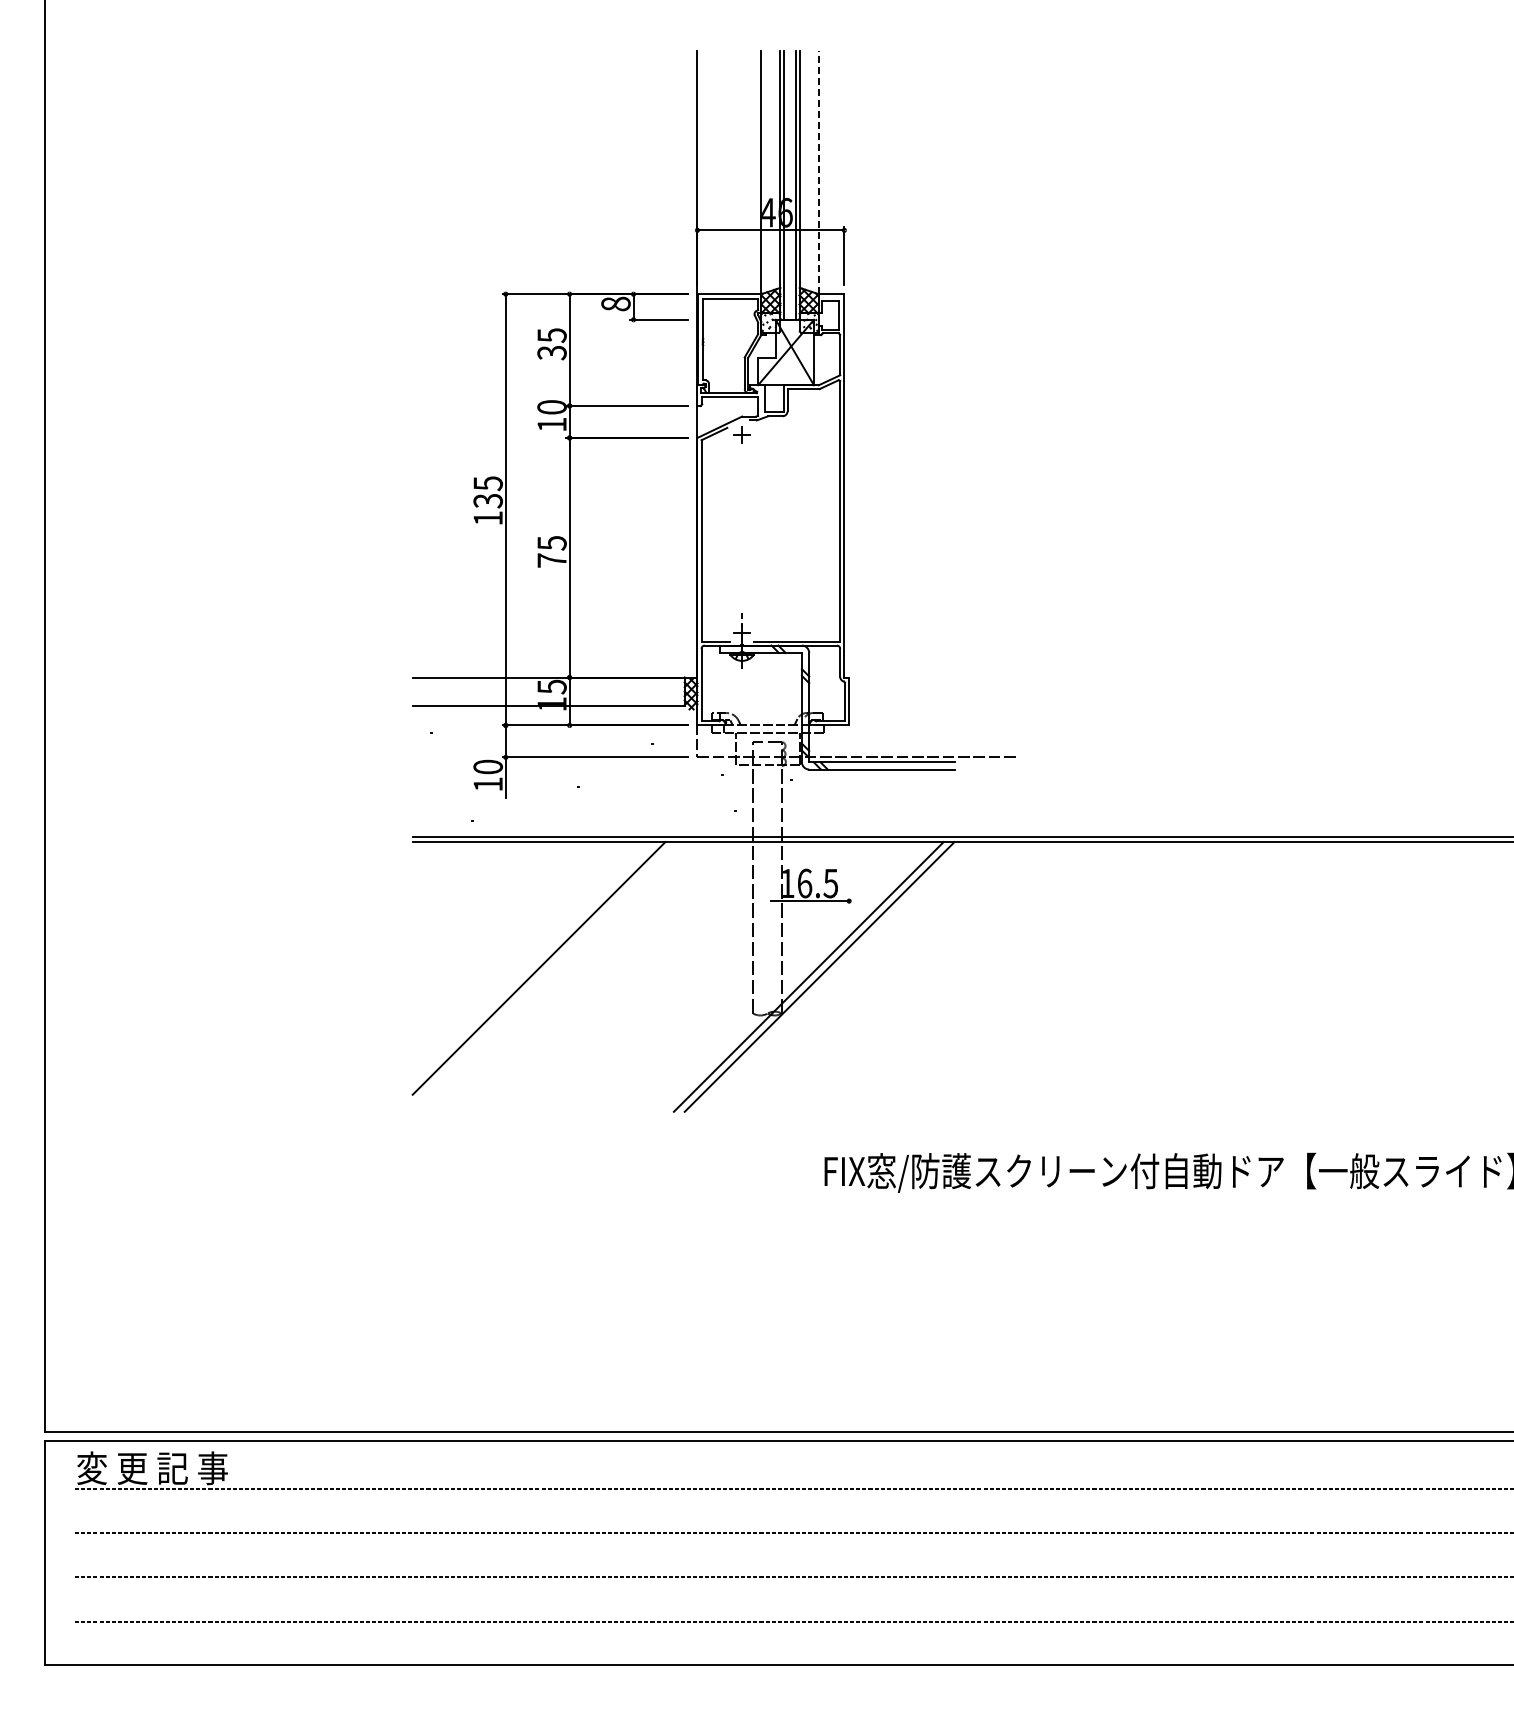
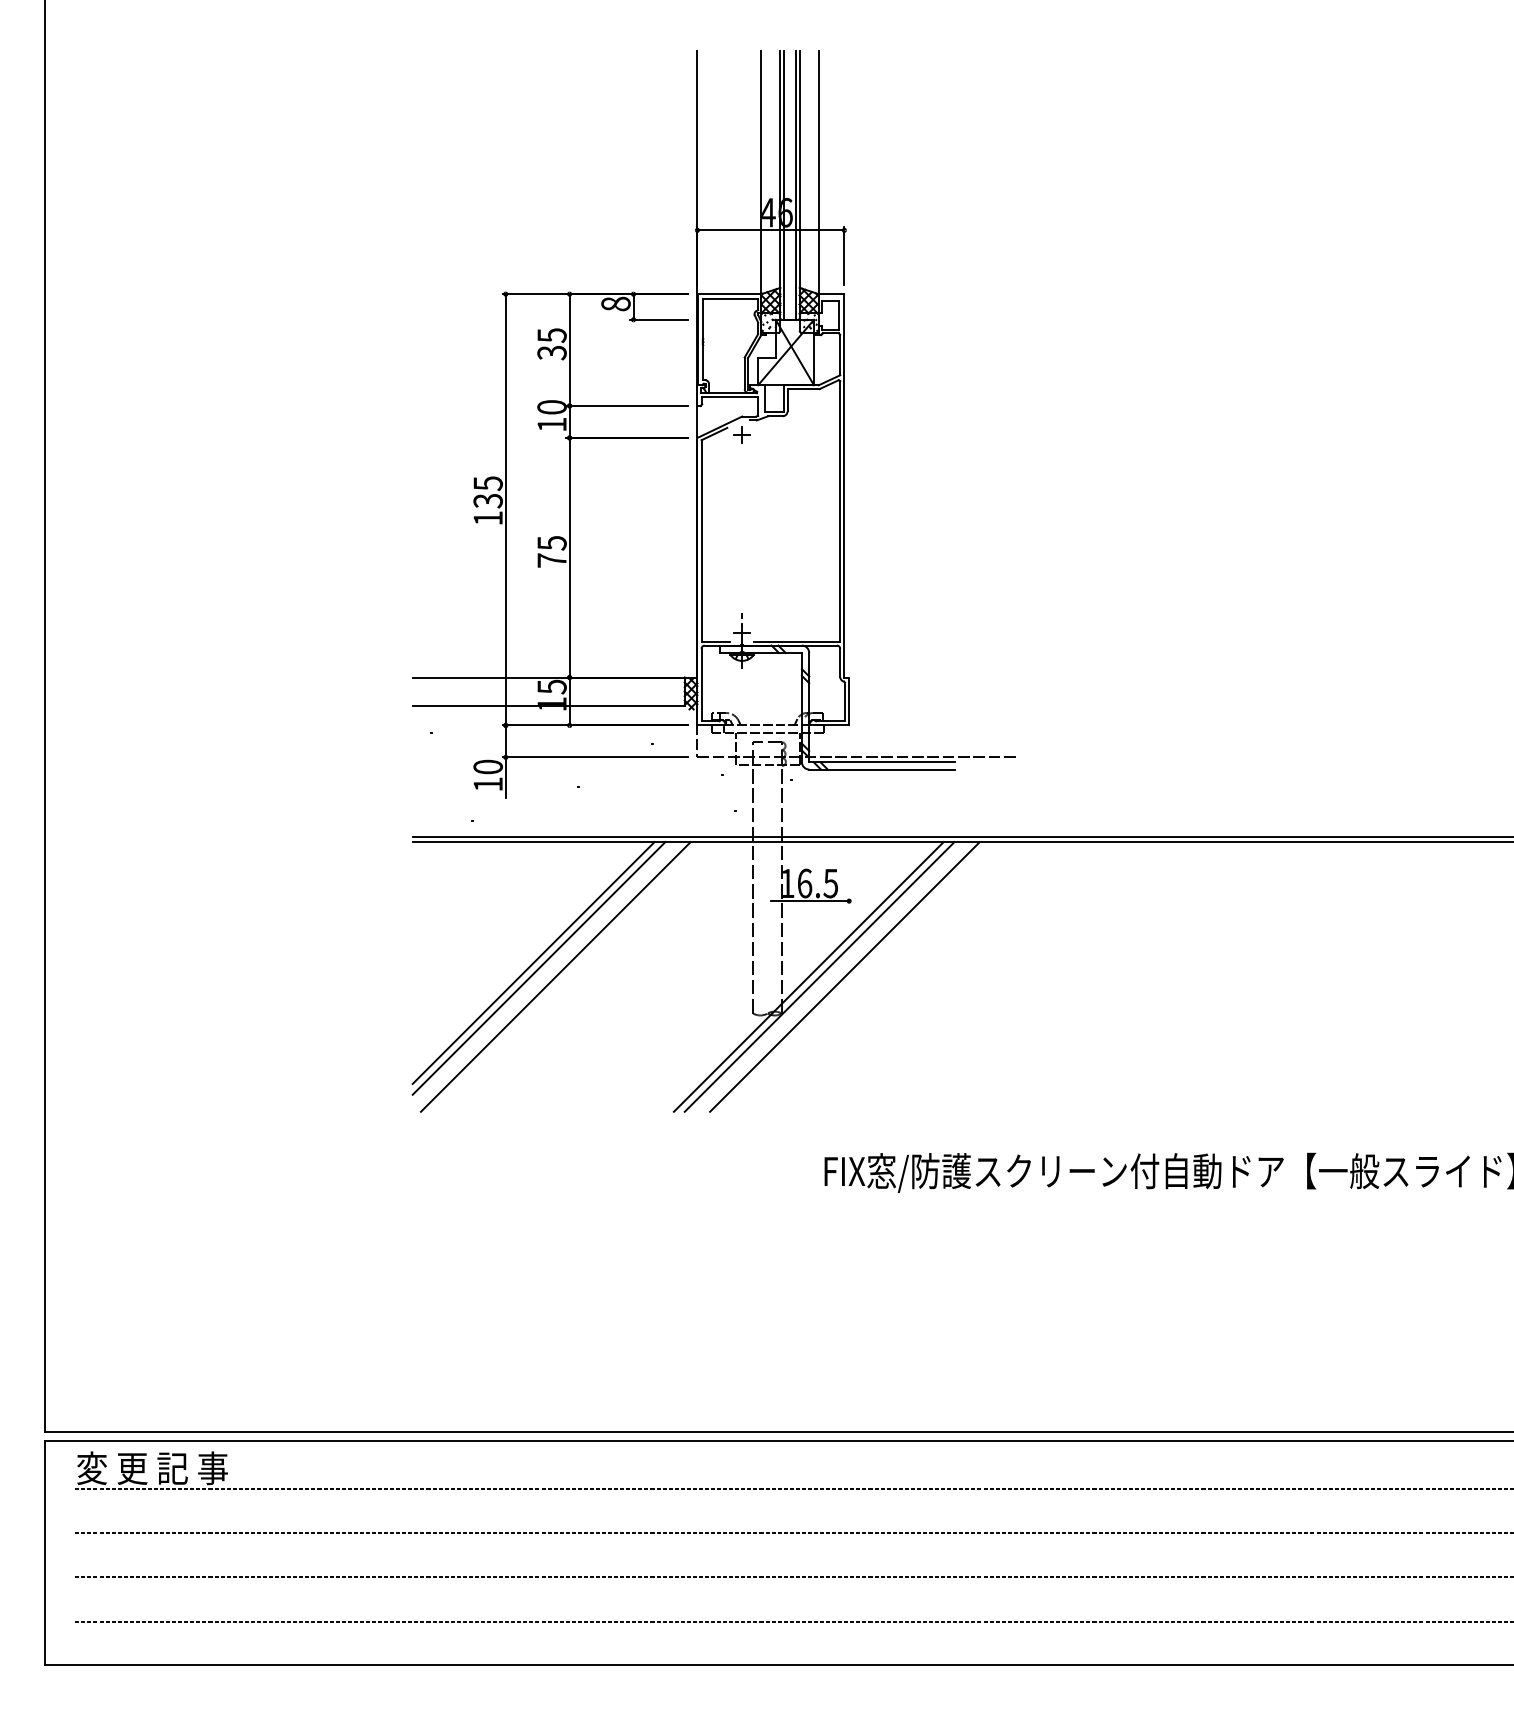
line at (818, 172): dashed -> solid
line at (533, 962): none -> present
line at (555, 976): none -> present
line at (844, 976): none -> present
